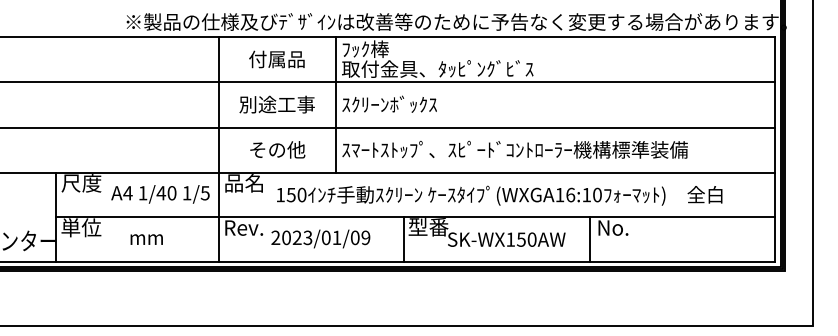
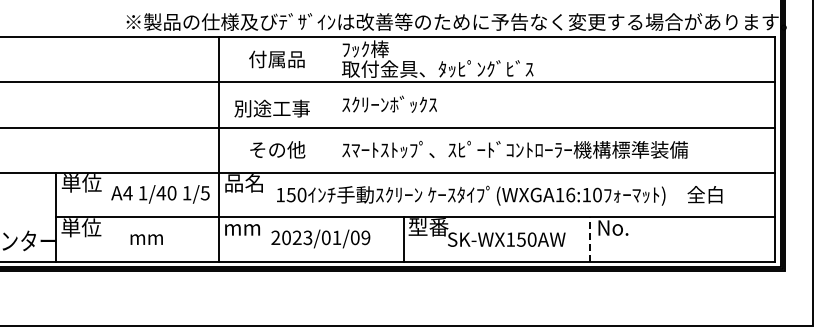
text at (276, 104) position: (276, 104) -> (271, 108)
line at (335, 104): present -> none
text at (81, 183): 尺度 -> 単位
text at (244, 227): Rev. -> mm
line at (589, 239): solid -> dashed
